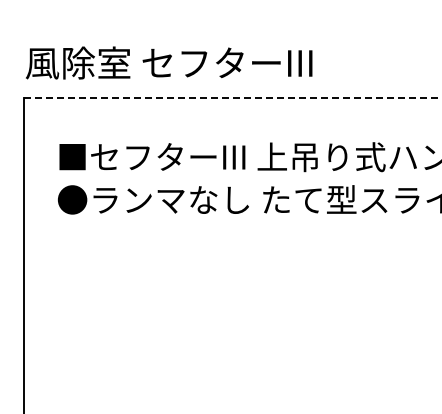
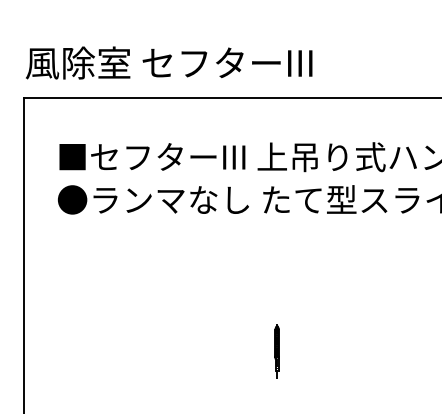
line at (233, 98): dashed -> solid
part at (276, 351): none -> present
